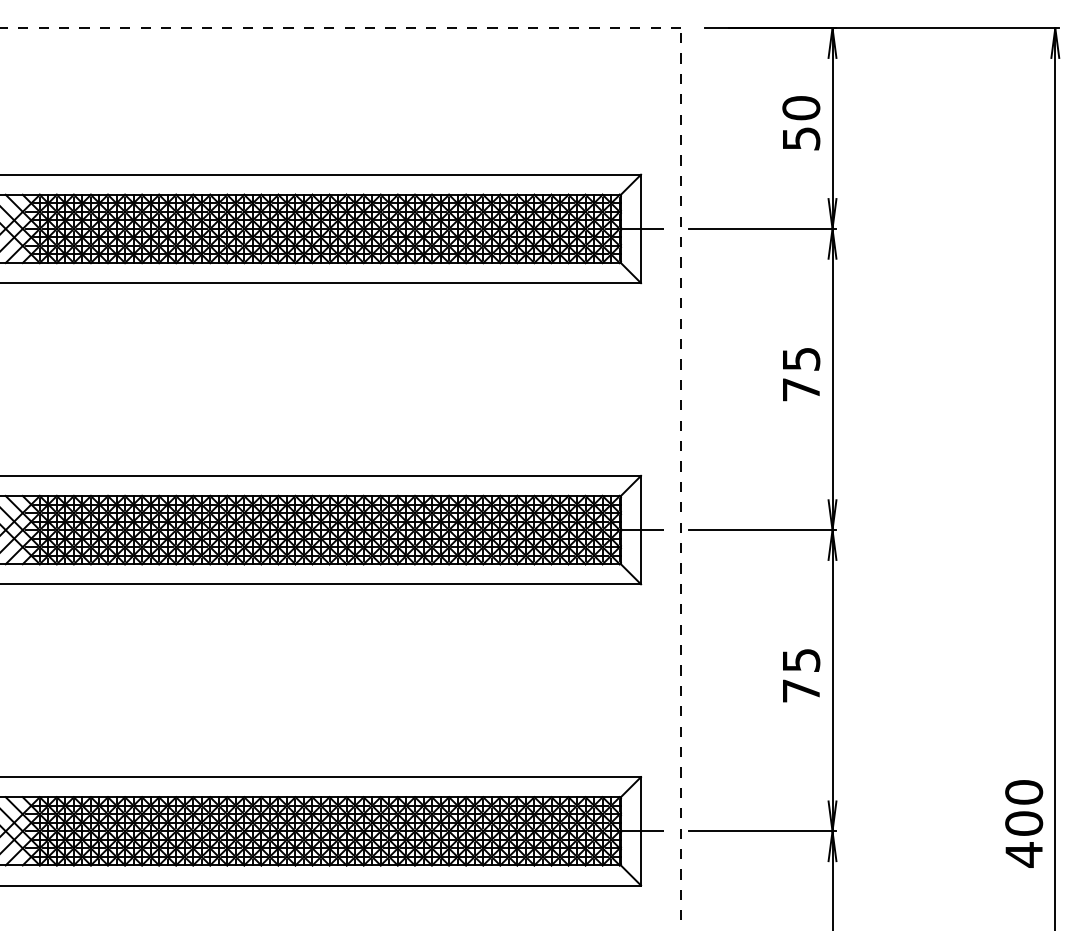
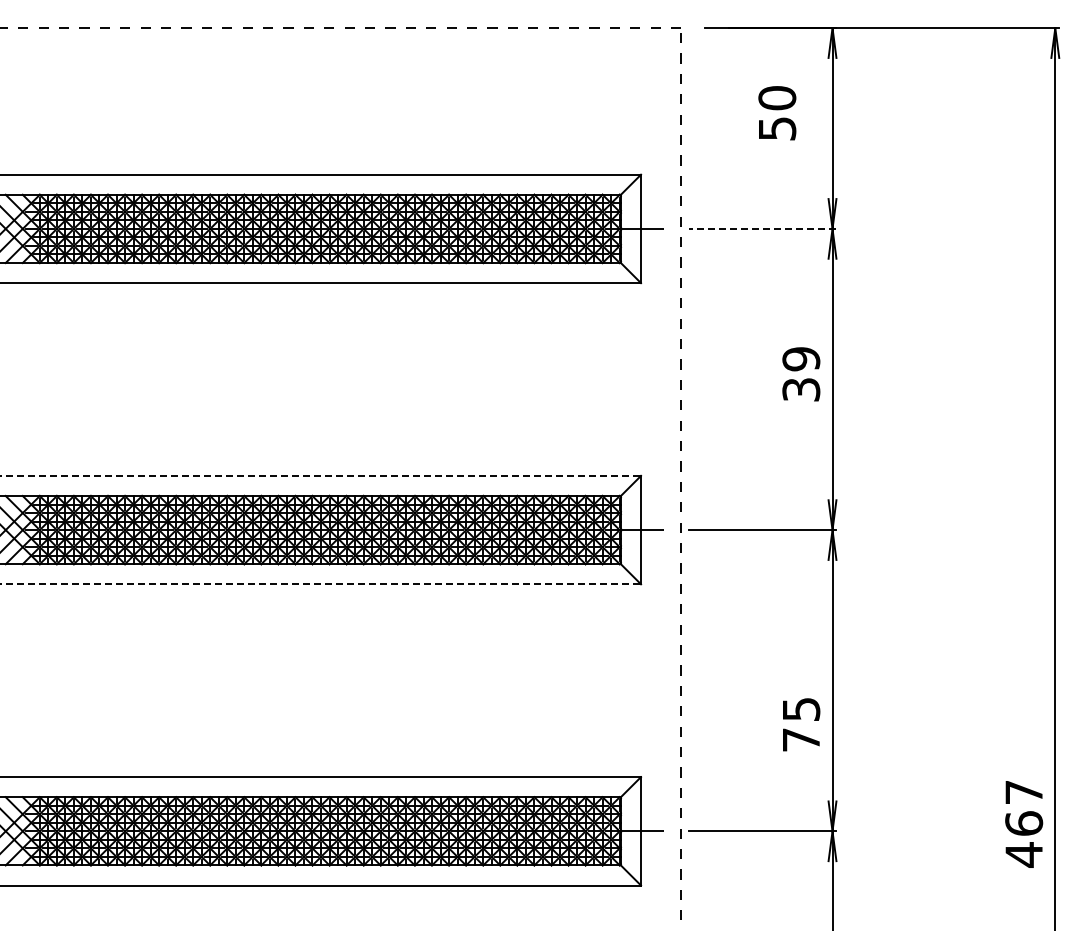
text at (801, 123) position: (801, 123) -> (777, 113)
line at (762, 228): solid -> dashed
text at (801, 374): 75 -> 39
line at (321, 475): solid -> dashed
line at (321, 584): solid -> dashed
text at (801, 675) position: (801, 675) -> (801, 724)
text at (1024, 807): 400 -> 467
